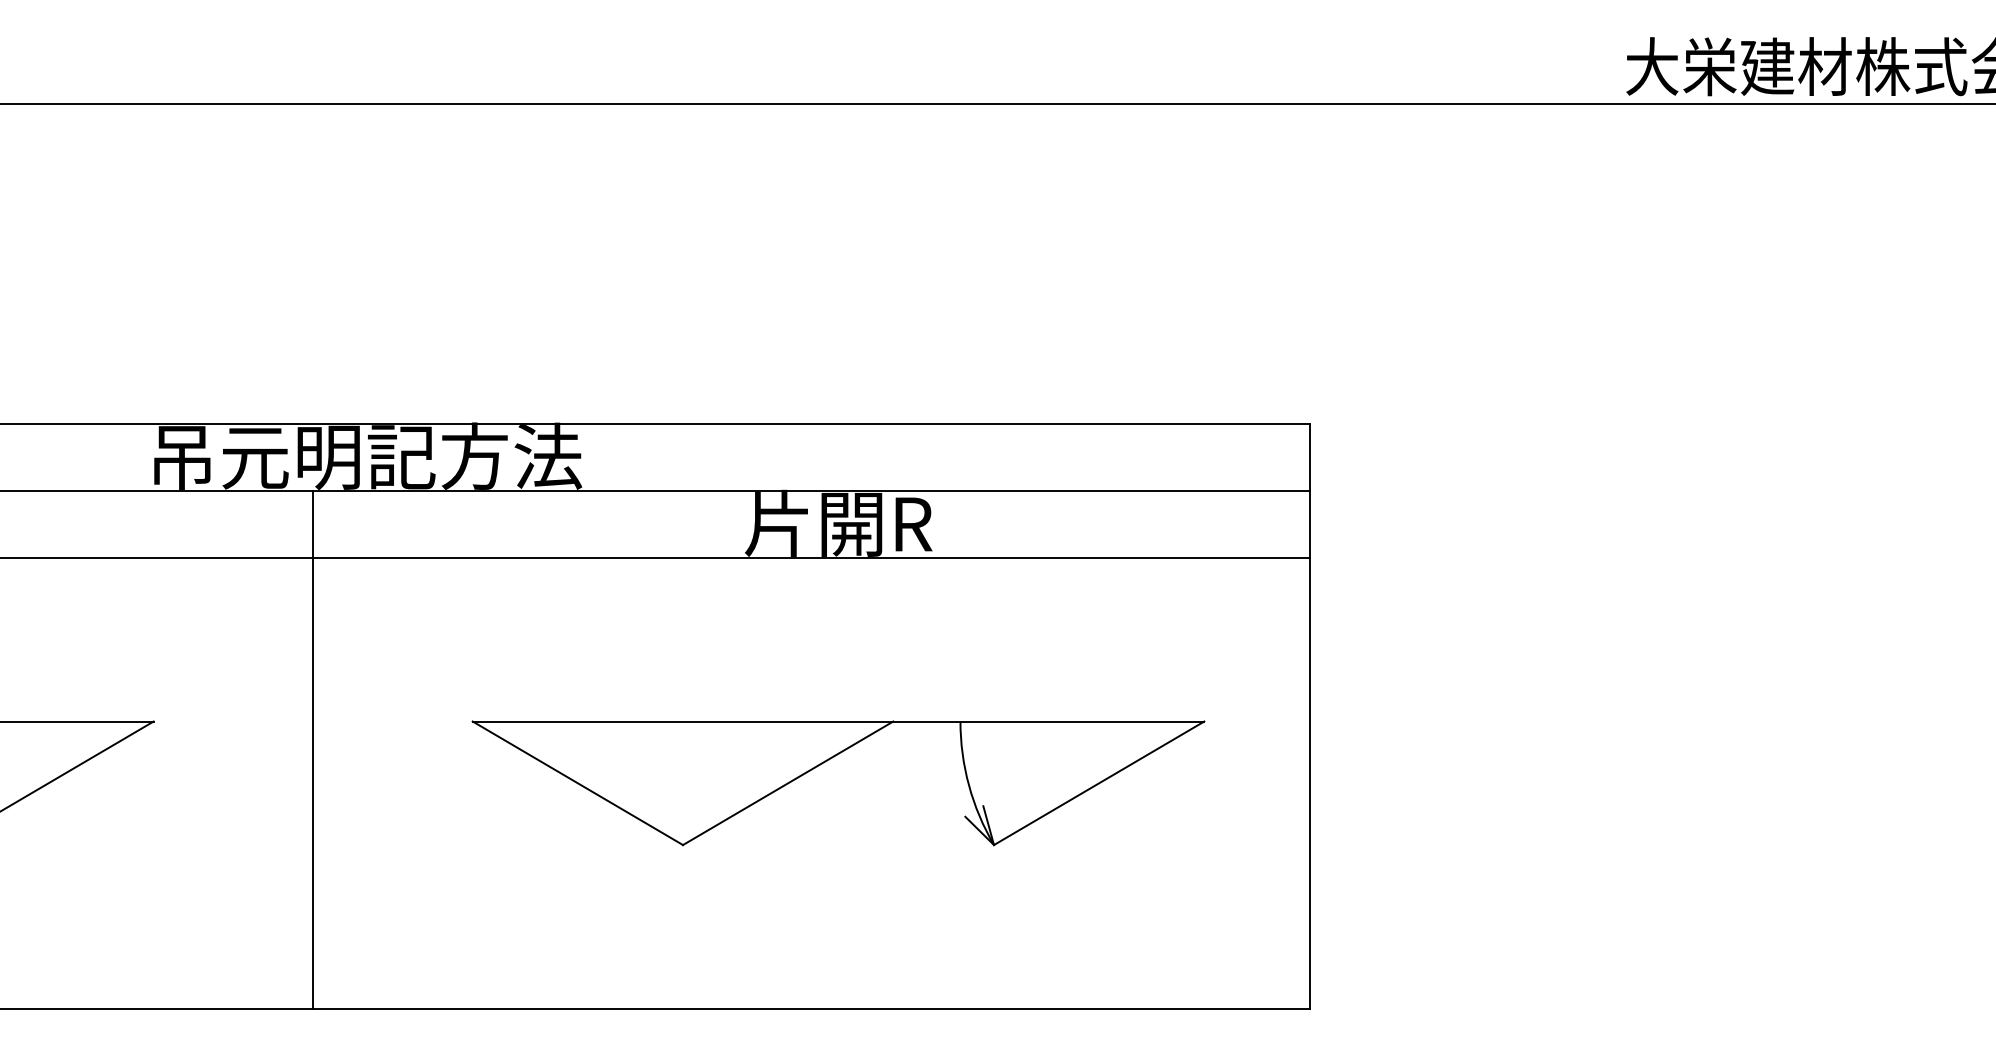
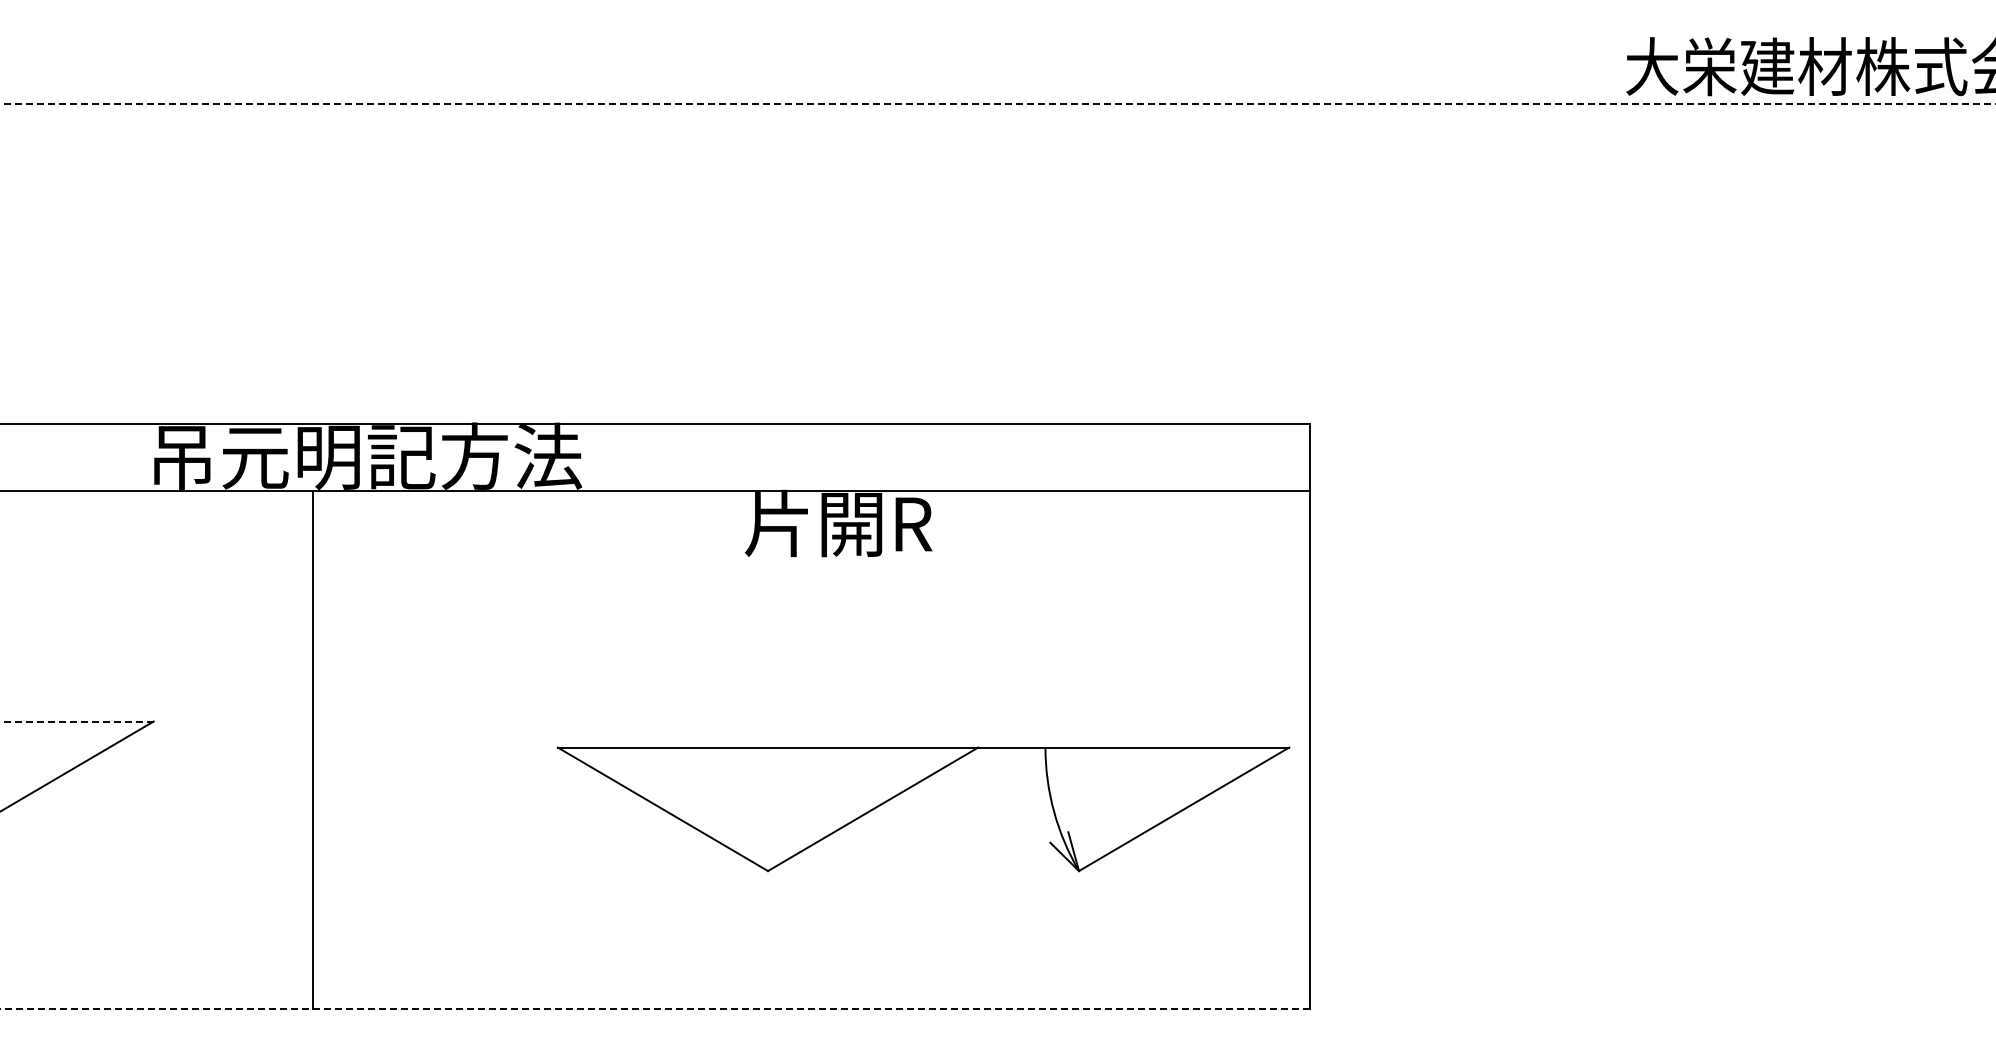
line at (998, 104): solid -> dashed
line at (656, 558): present -> none
line at (76, 721): solid -> dashed
part at (827, 761) position: (827, 761) -> (912, 787)
line at (655, 1008): solid -> dashed
